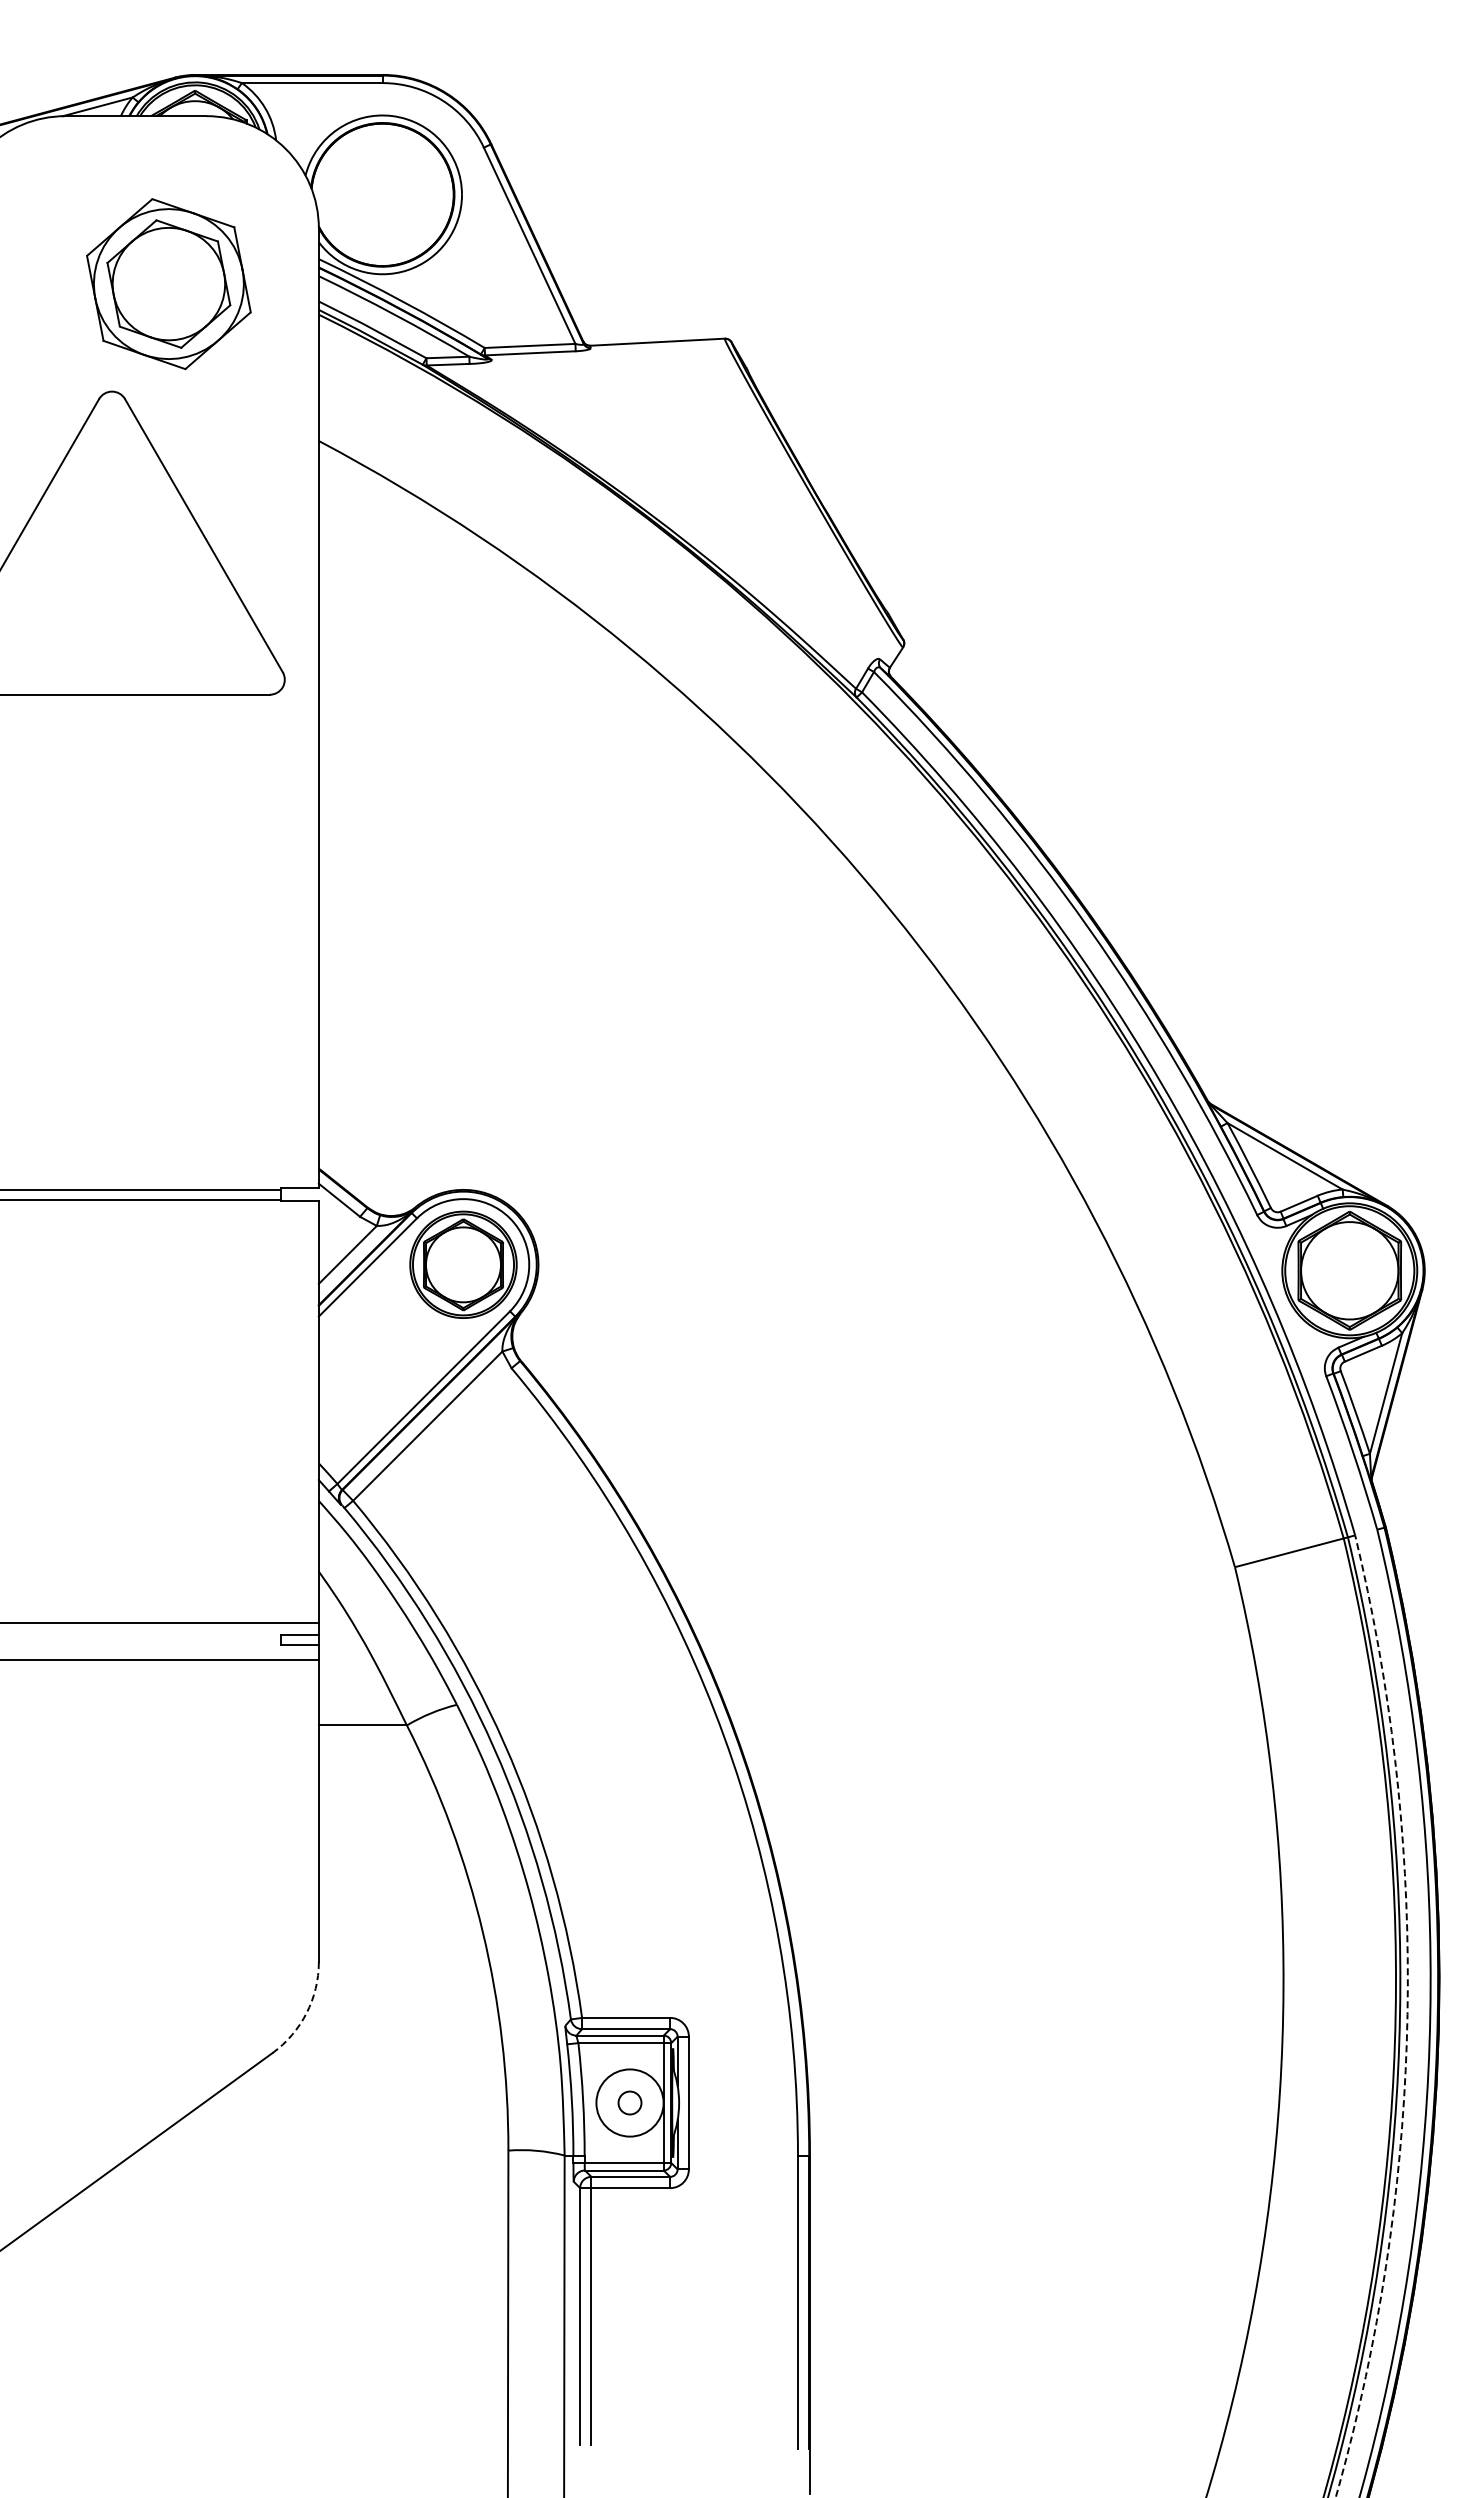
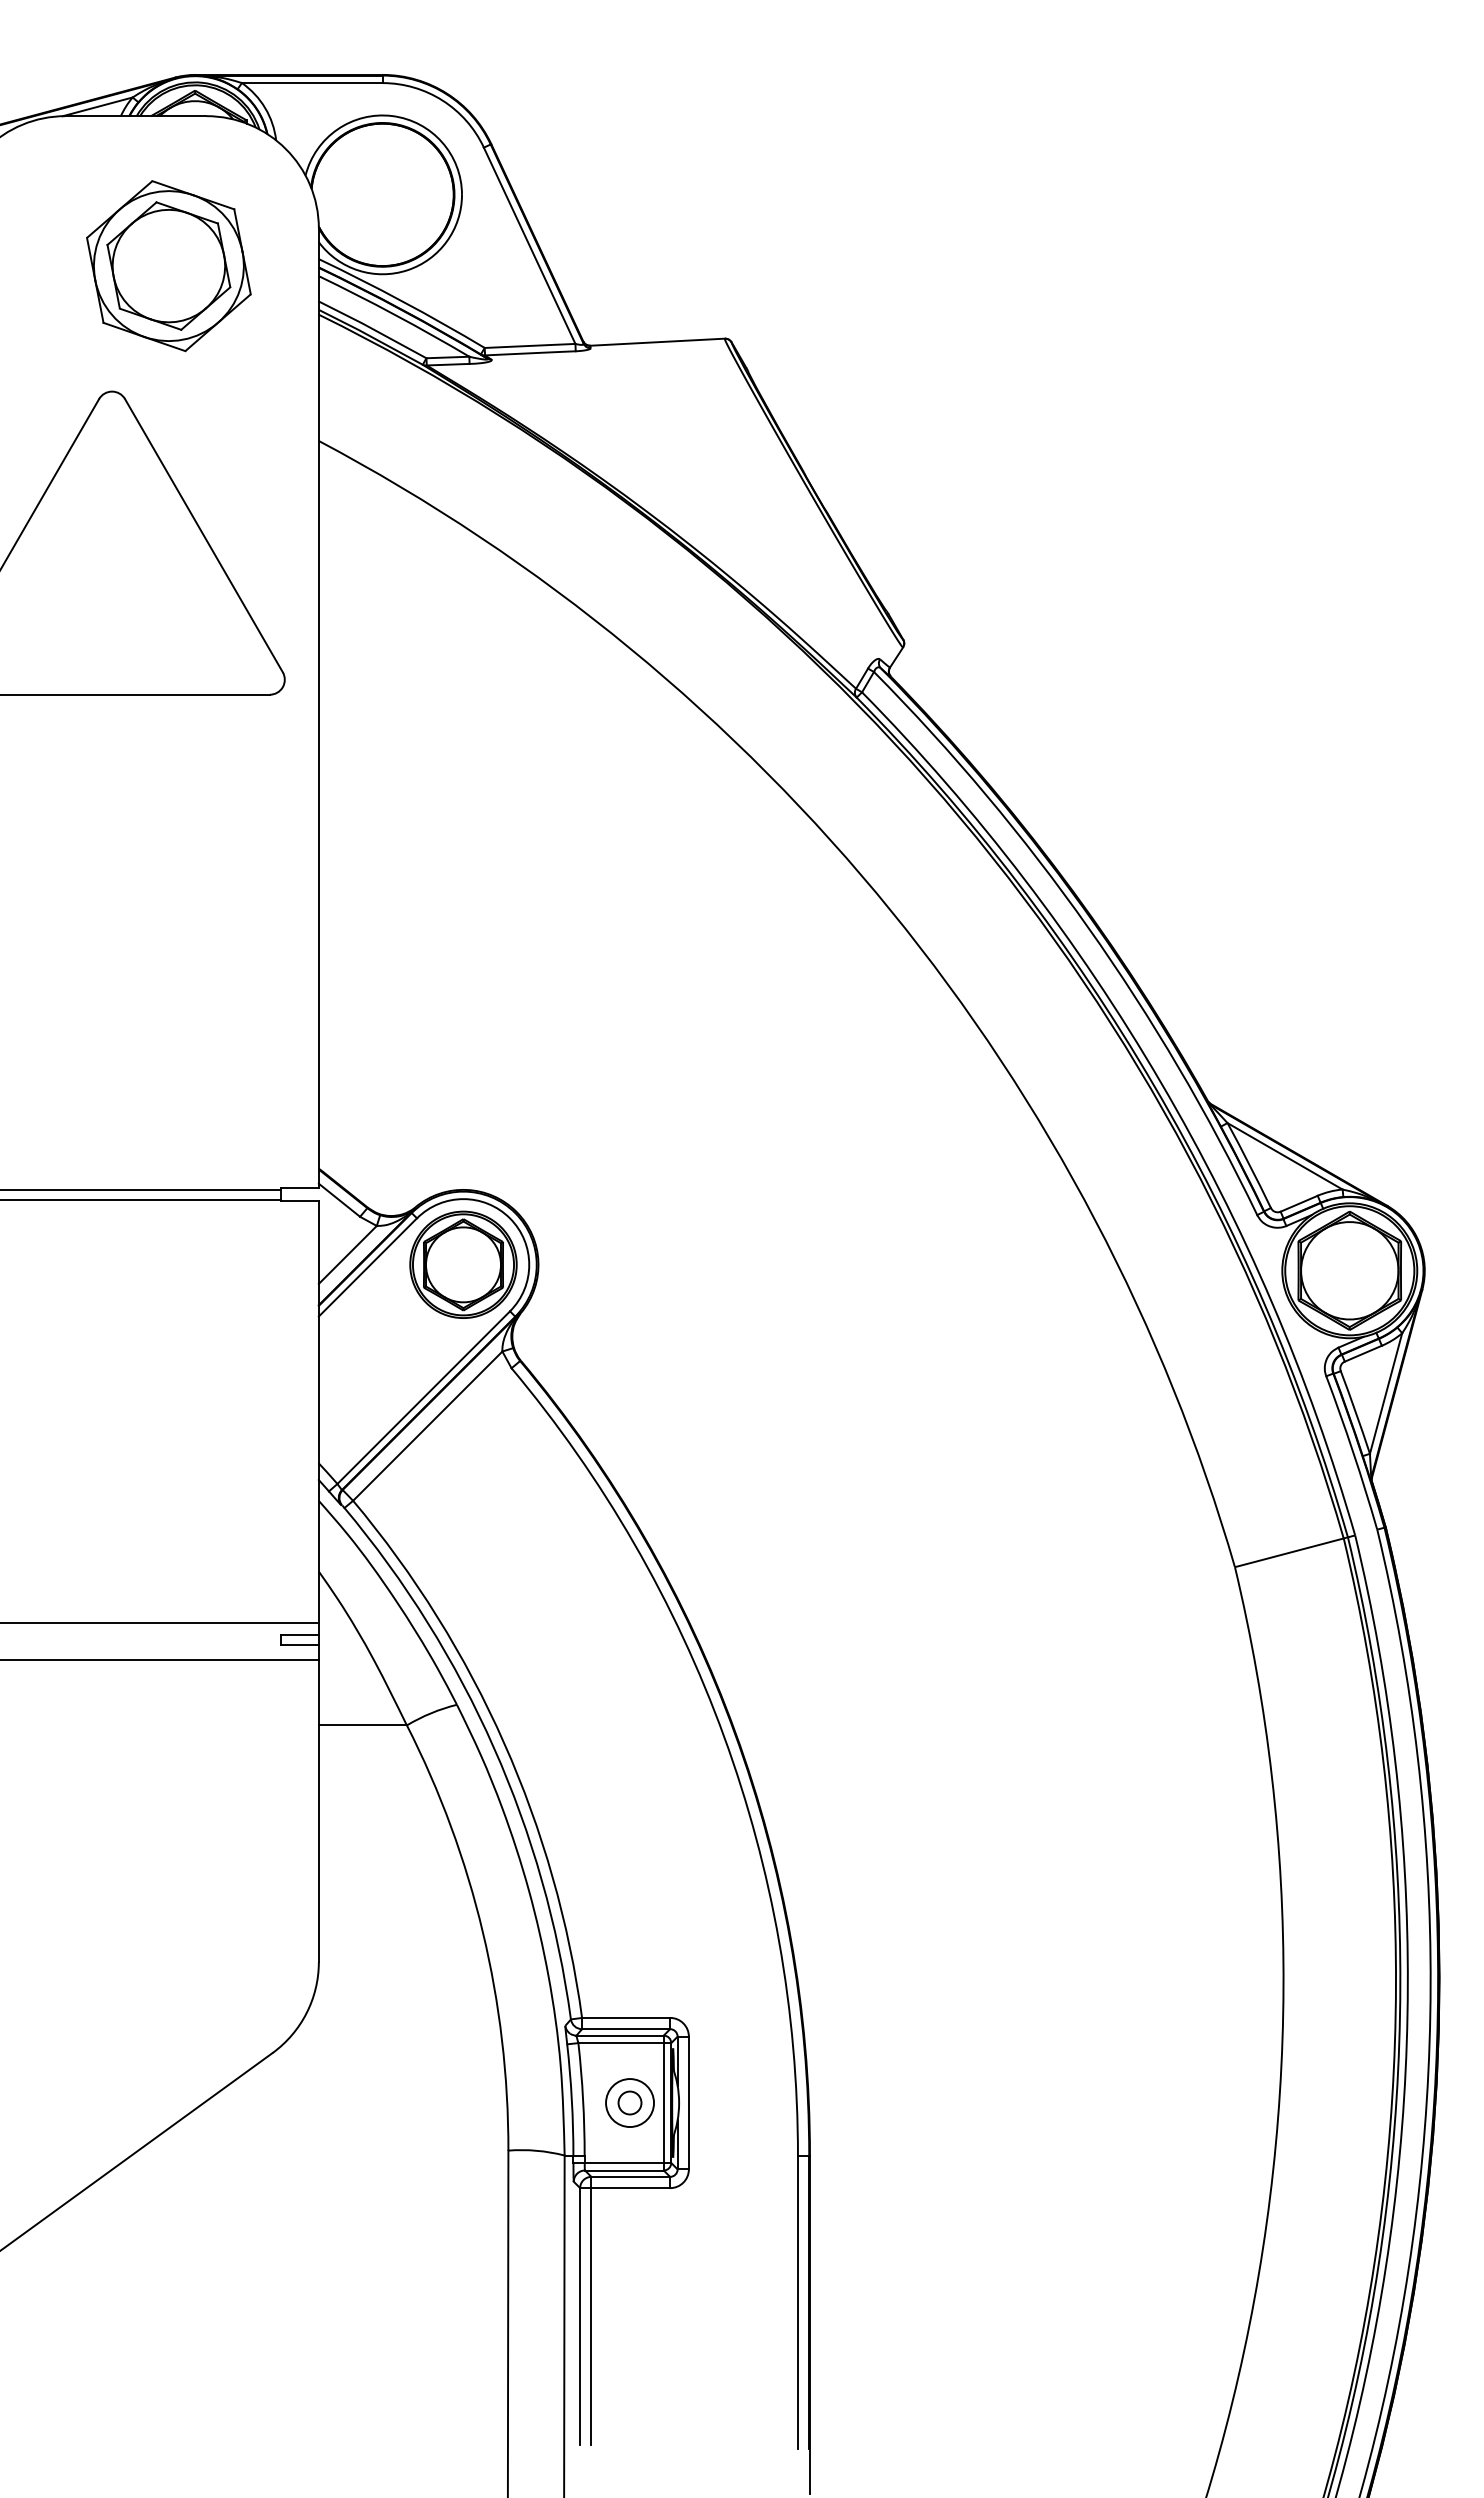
part at (168, 284) position: (168, 284) -> (168, 266)
arc at (306, 2013): dashed -> solid
arc at (1407, 2018): dashed -> solid
circle at (629, 2102) diameter: 67 px -> 48 px
